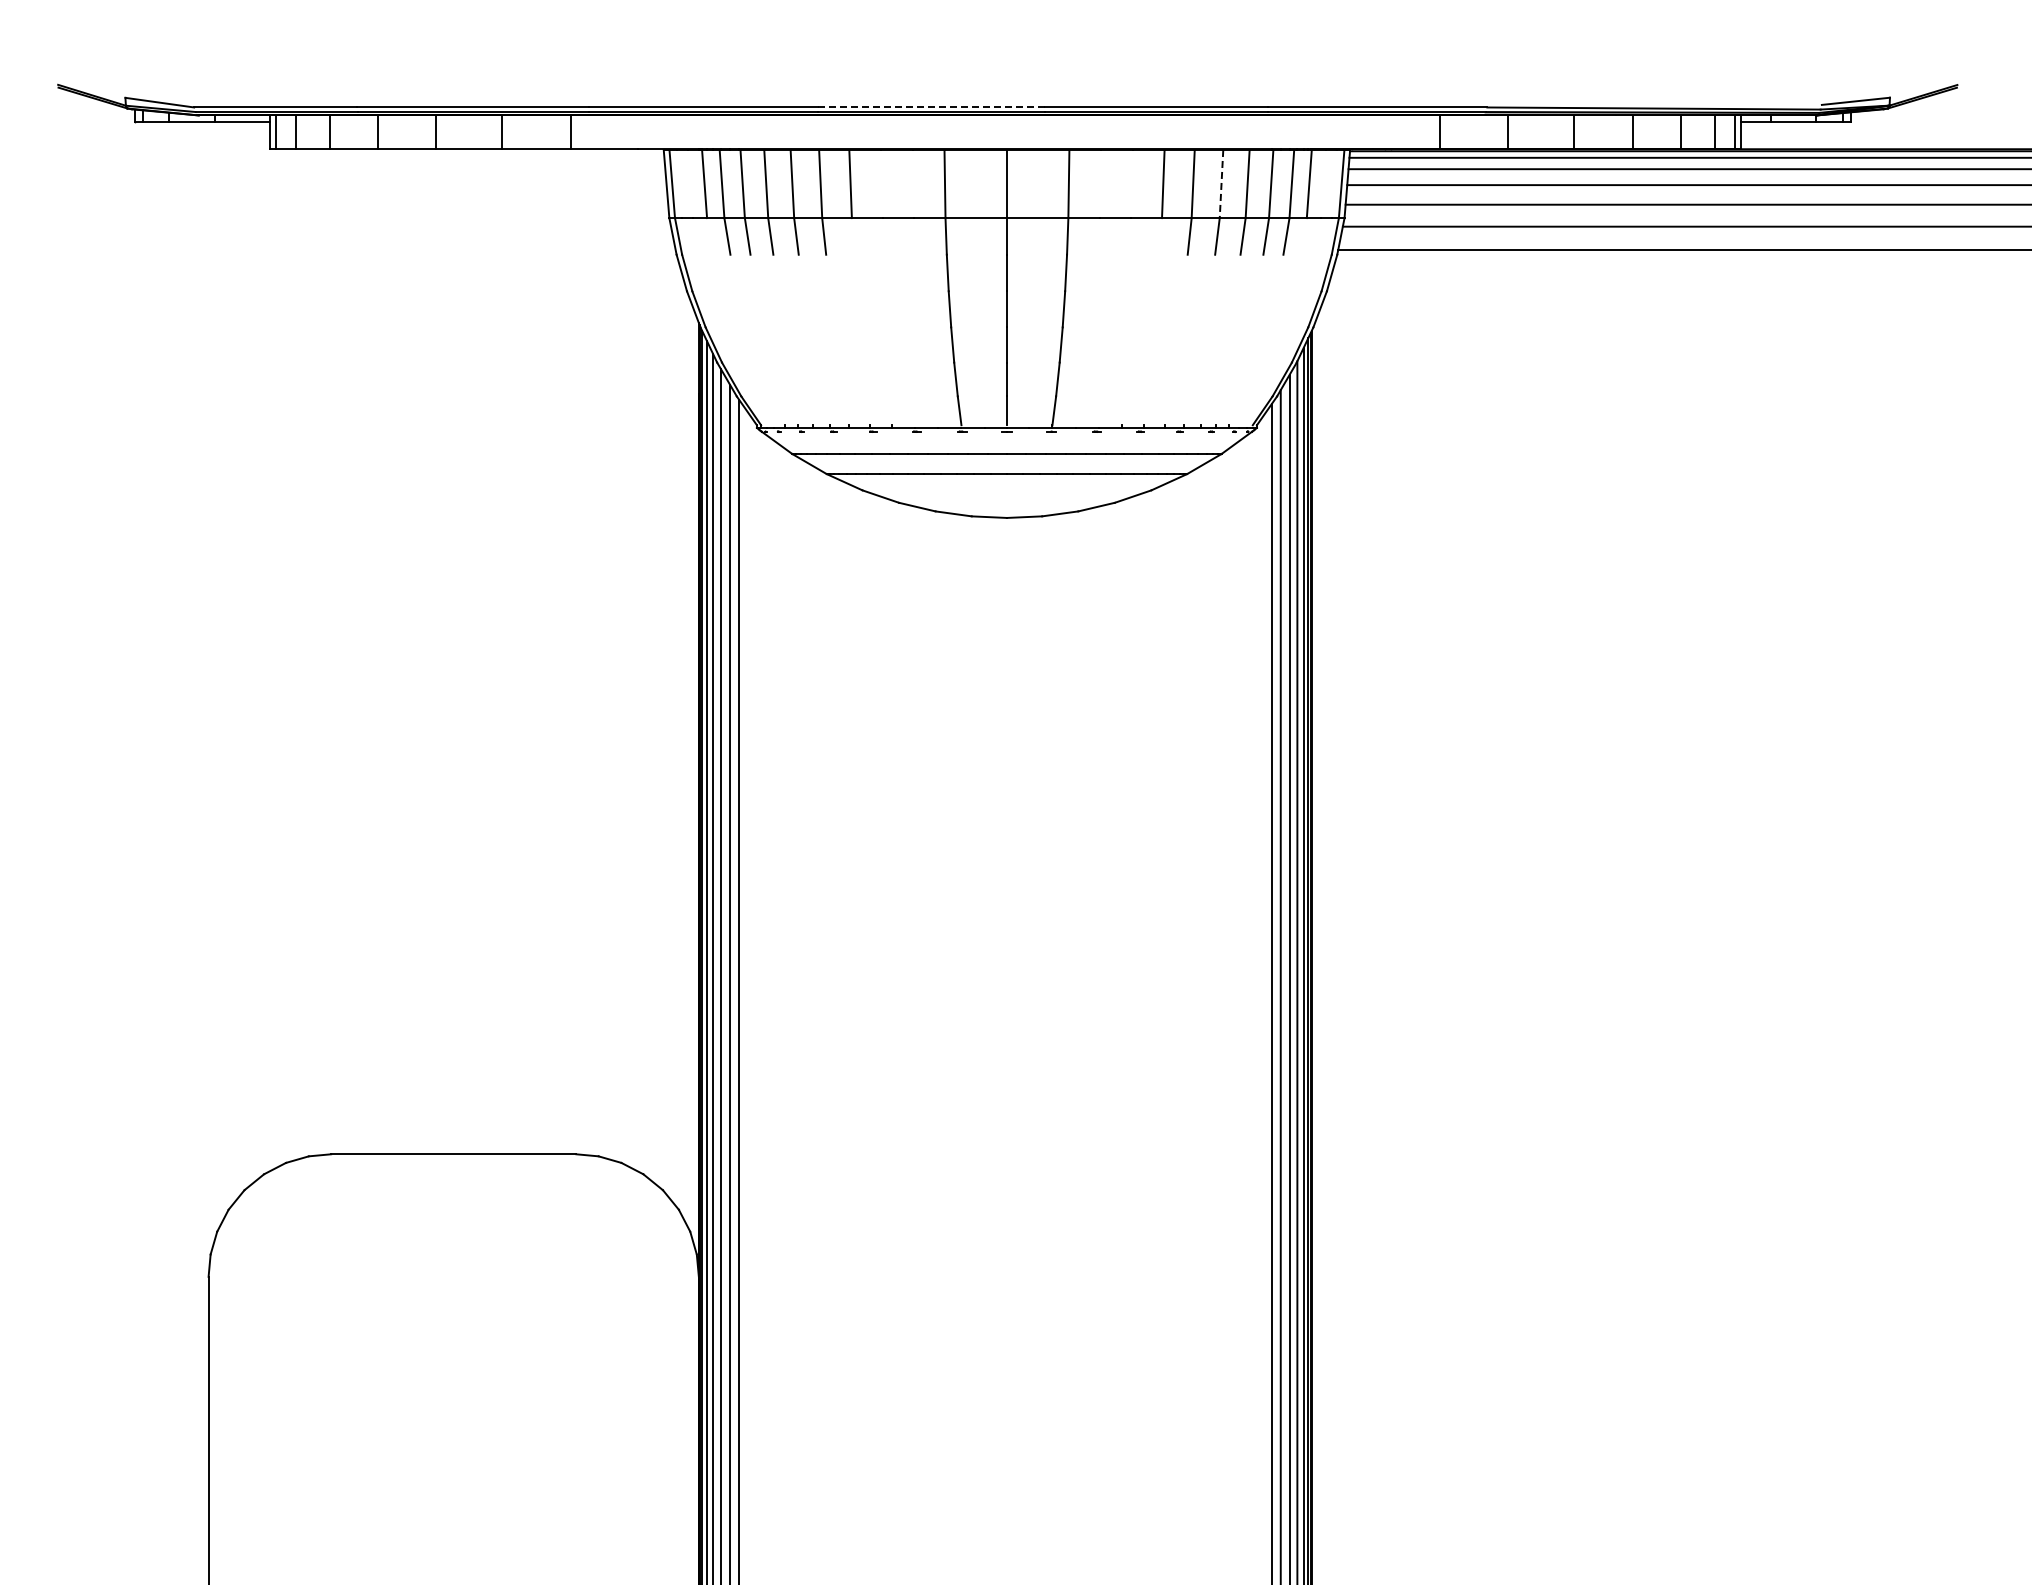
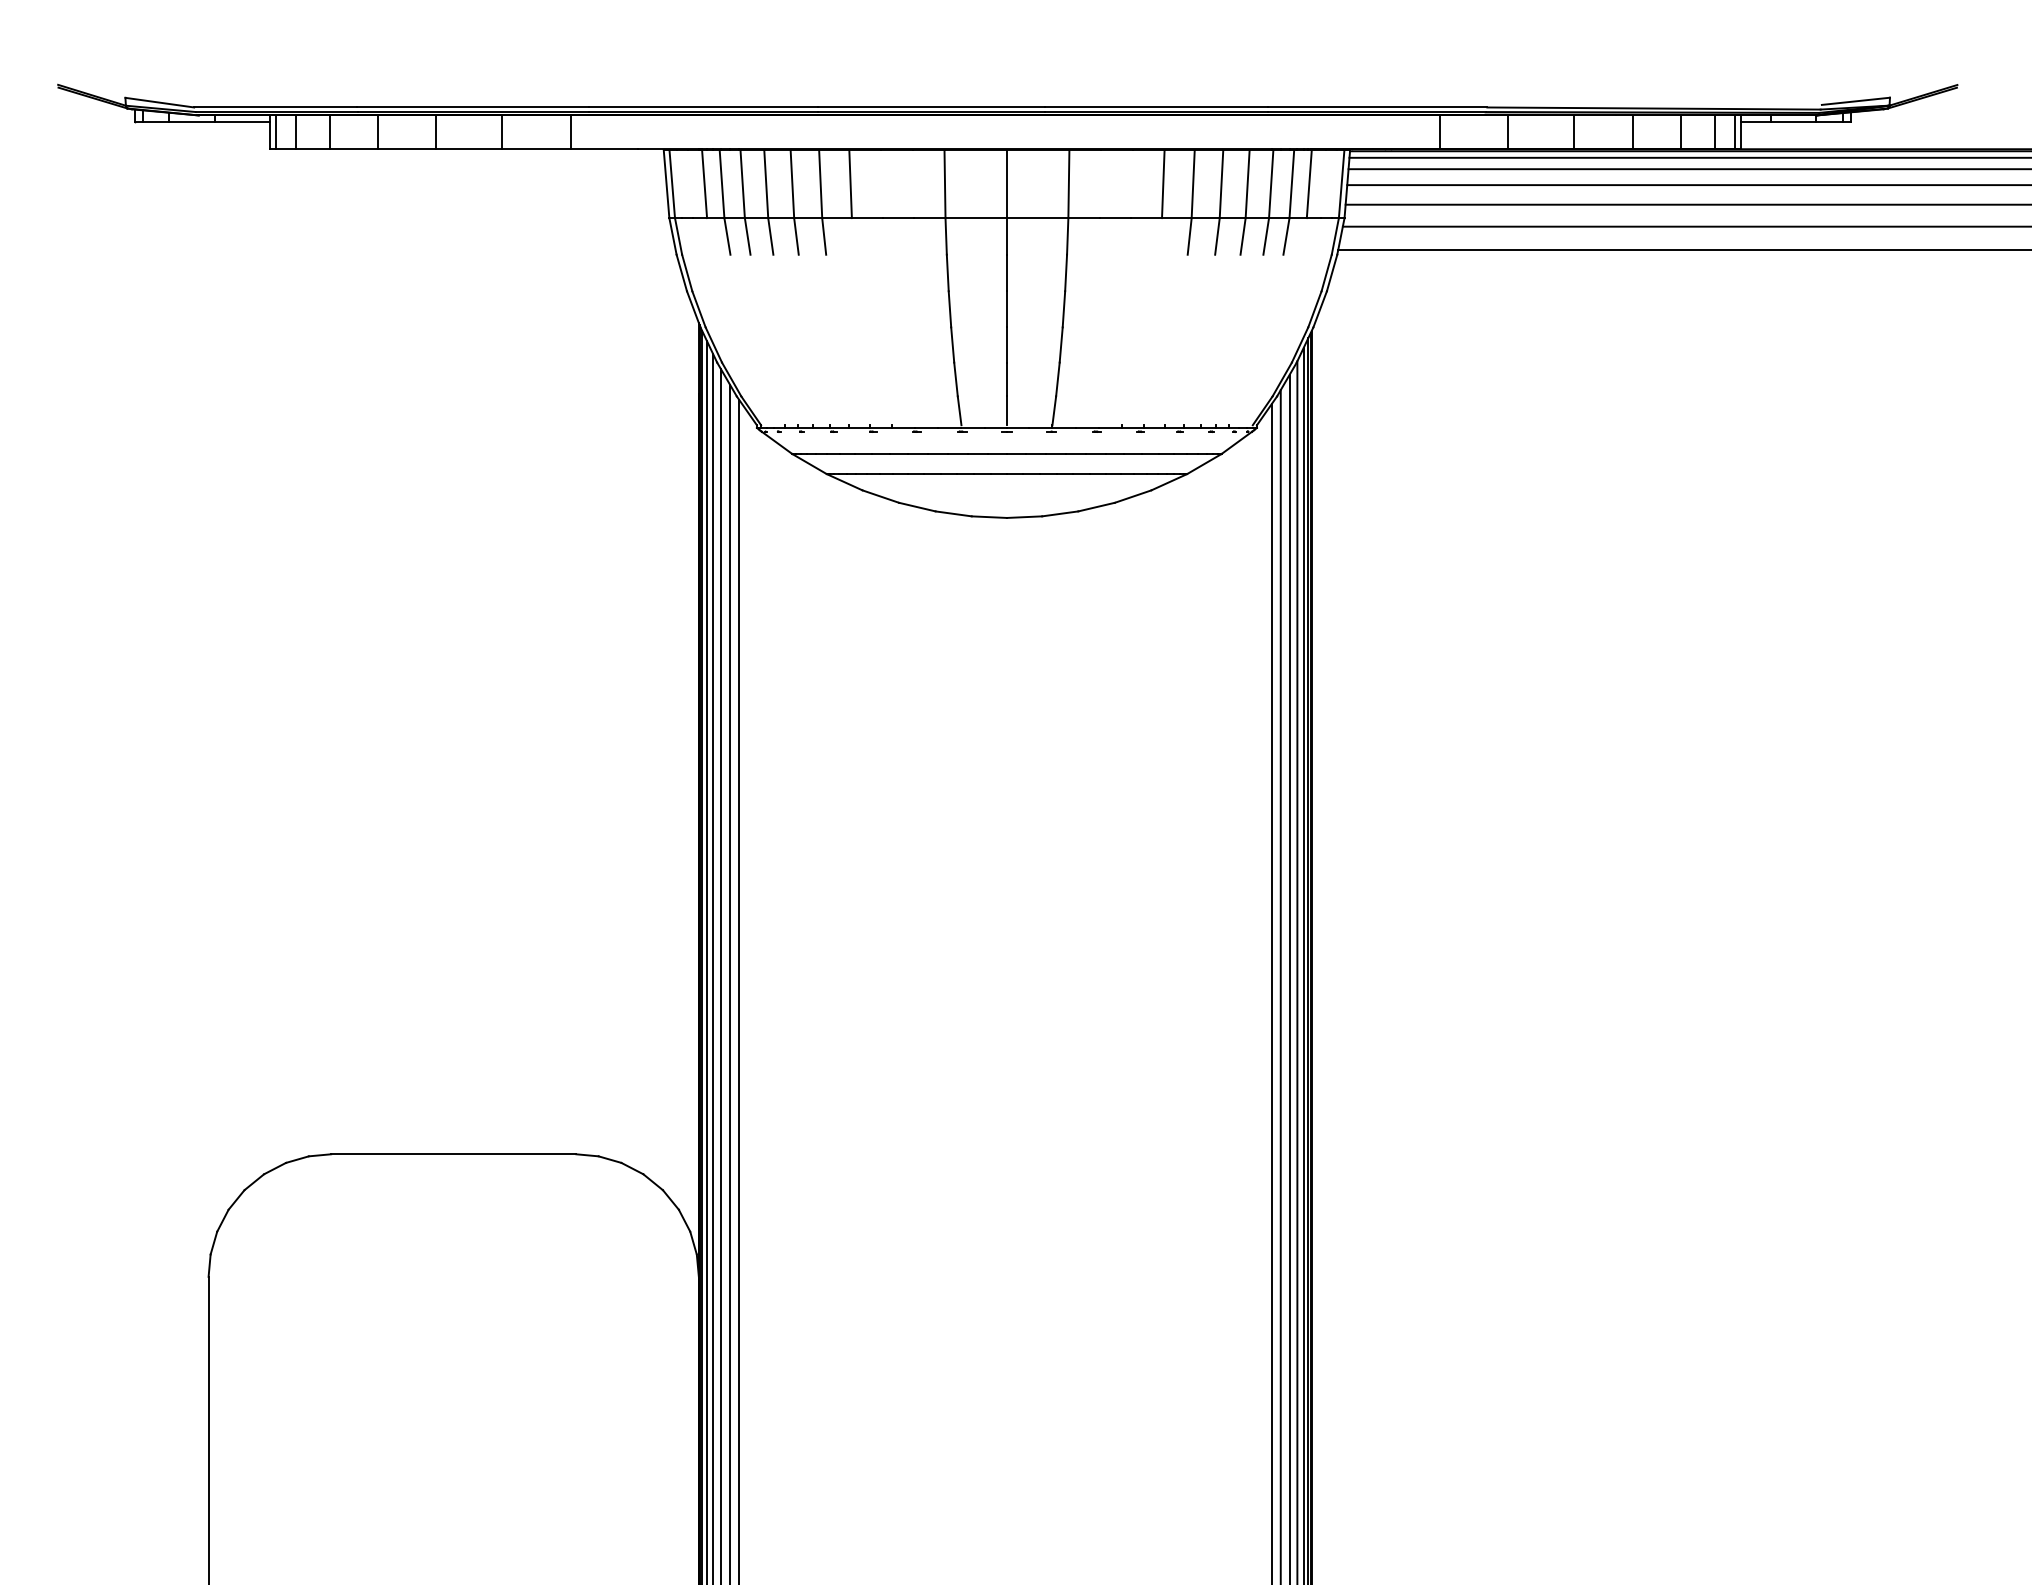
line at (931, 107): dashed -> solid
line at (1221, 184): dashed -> solid
